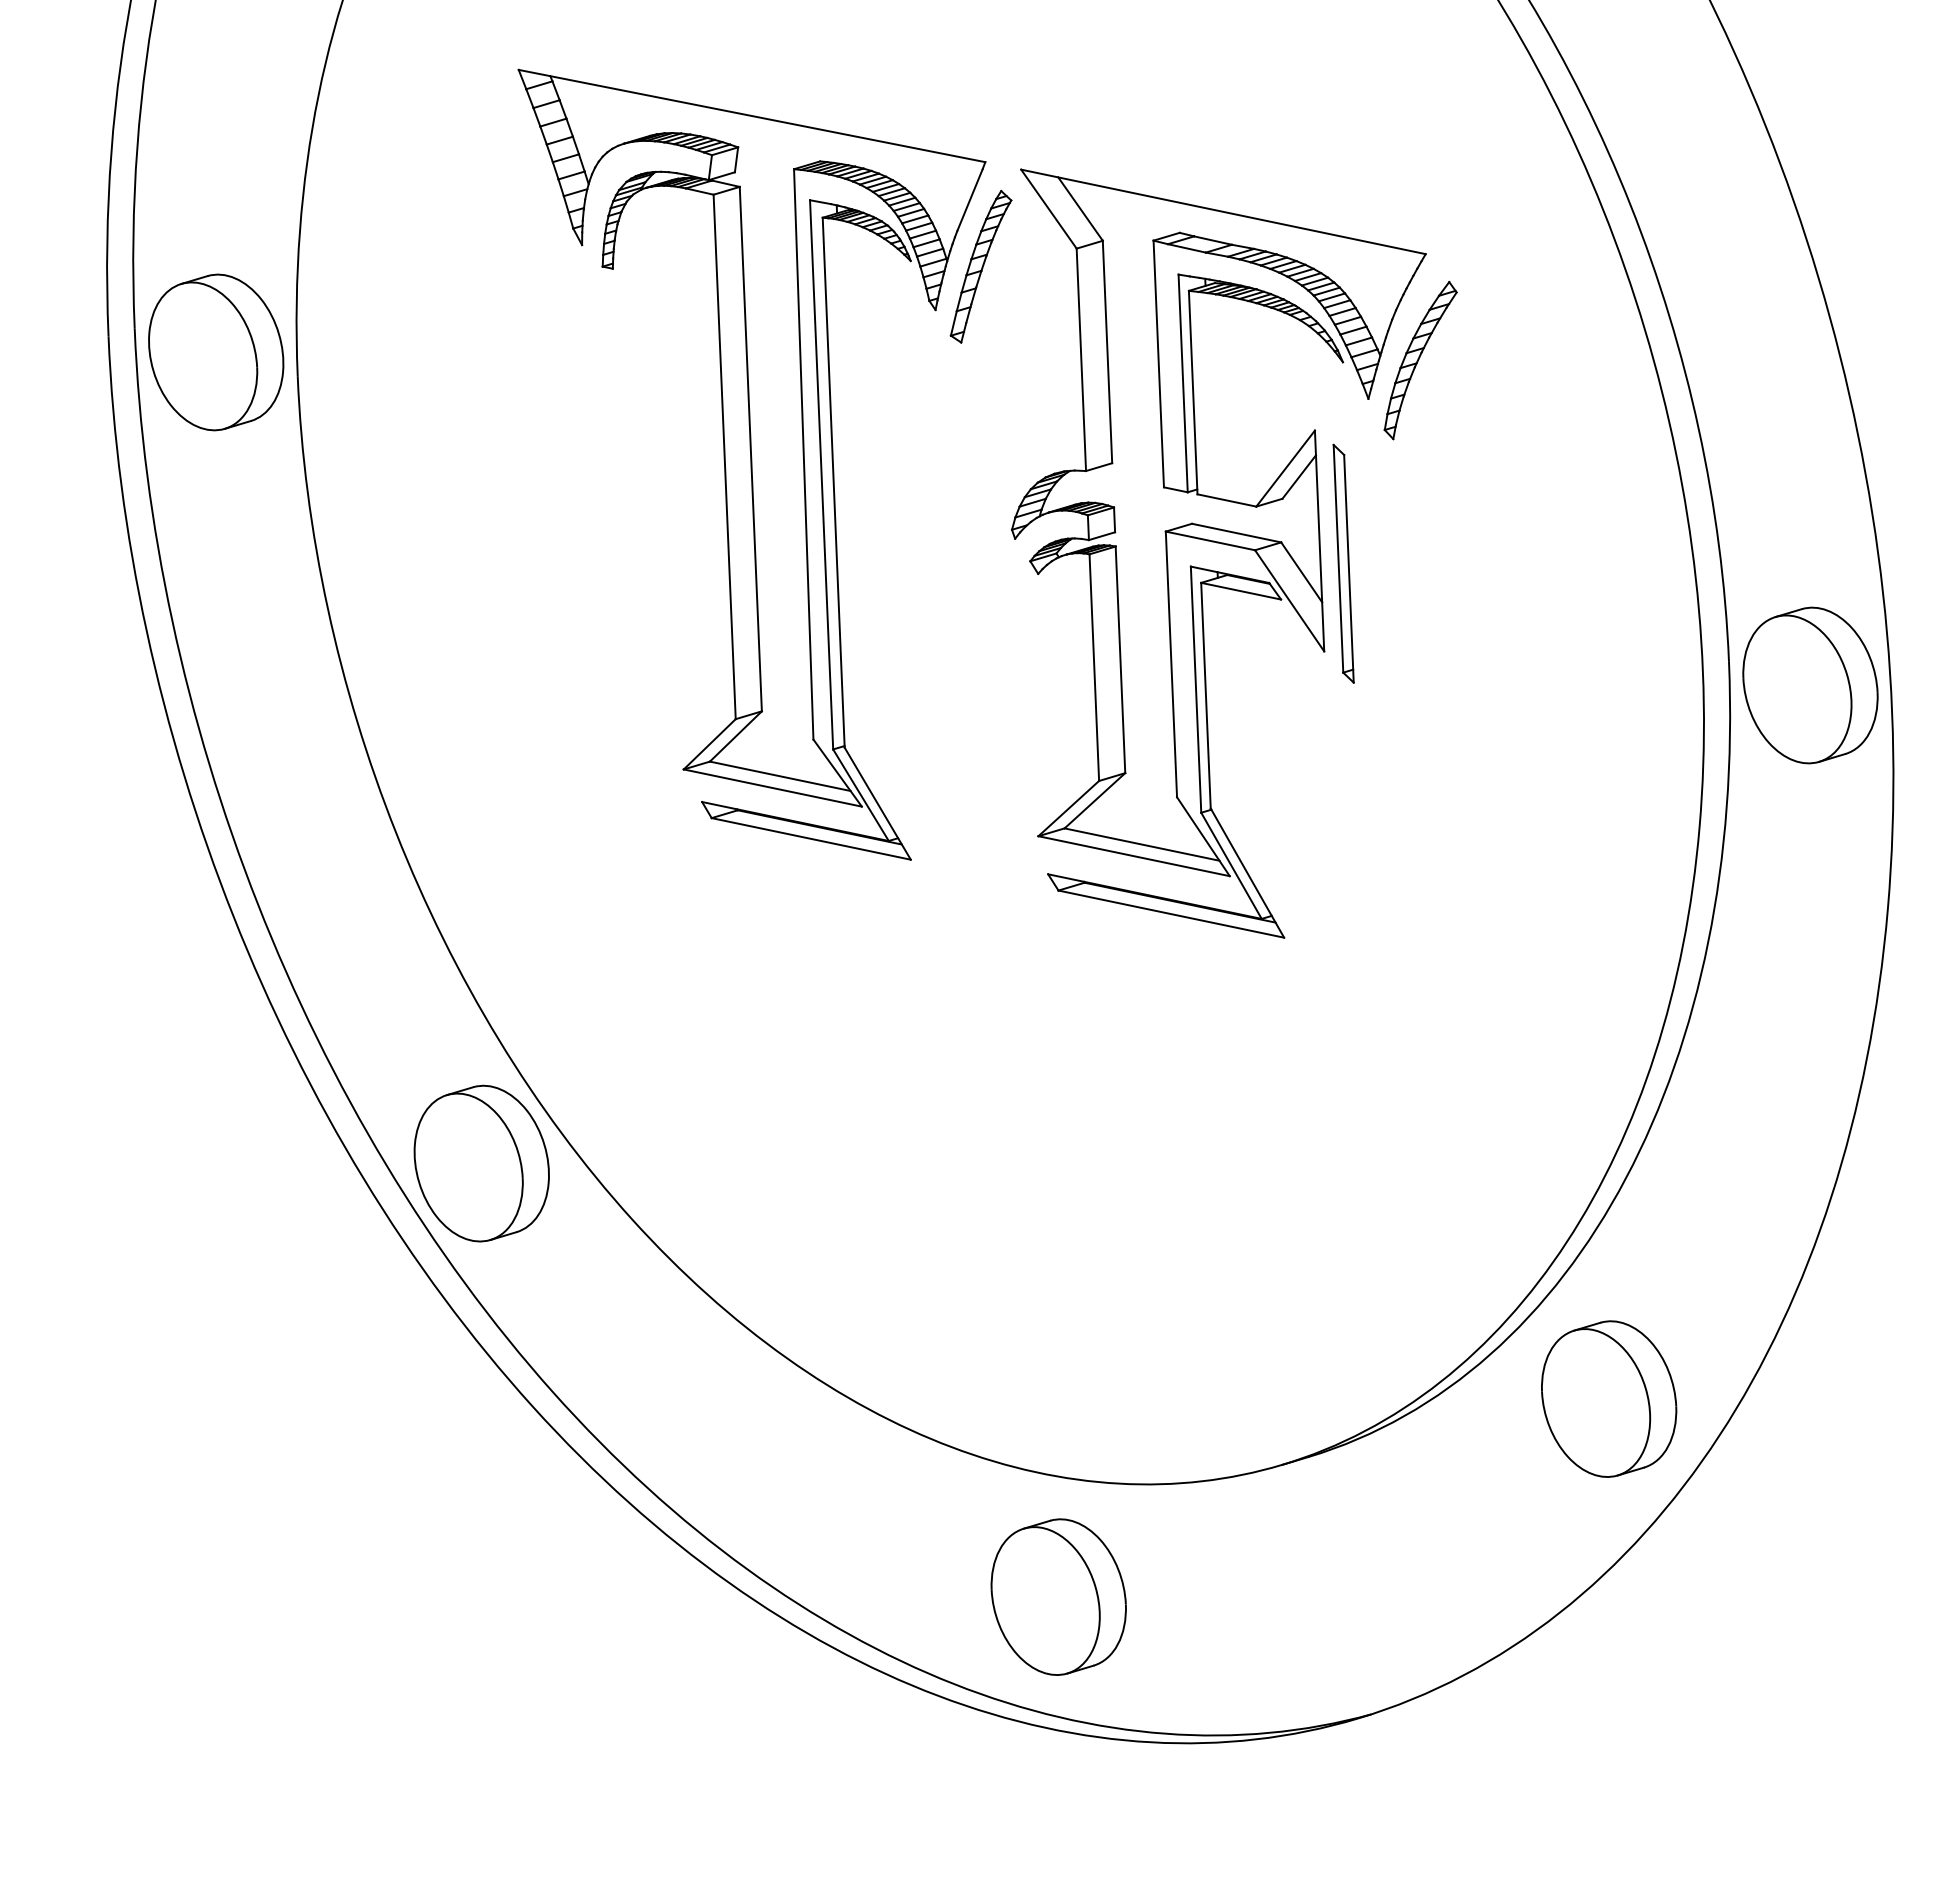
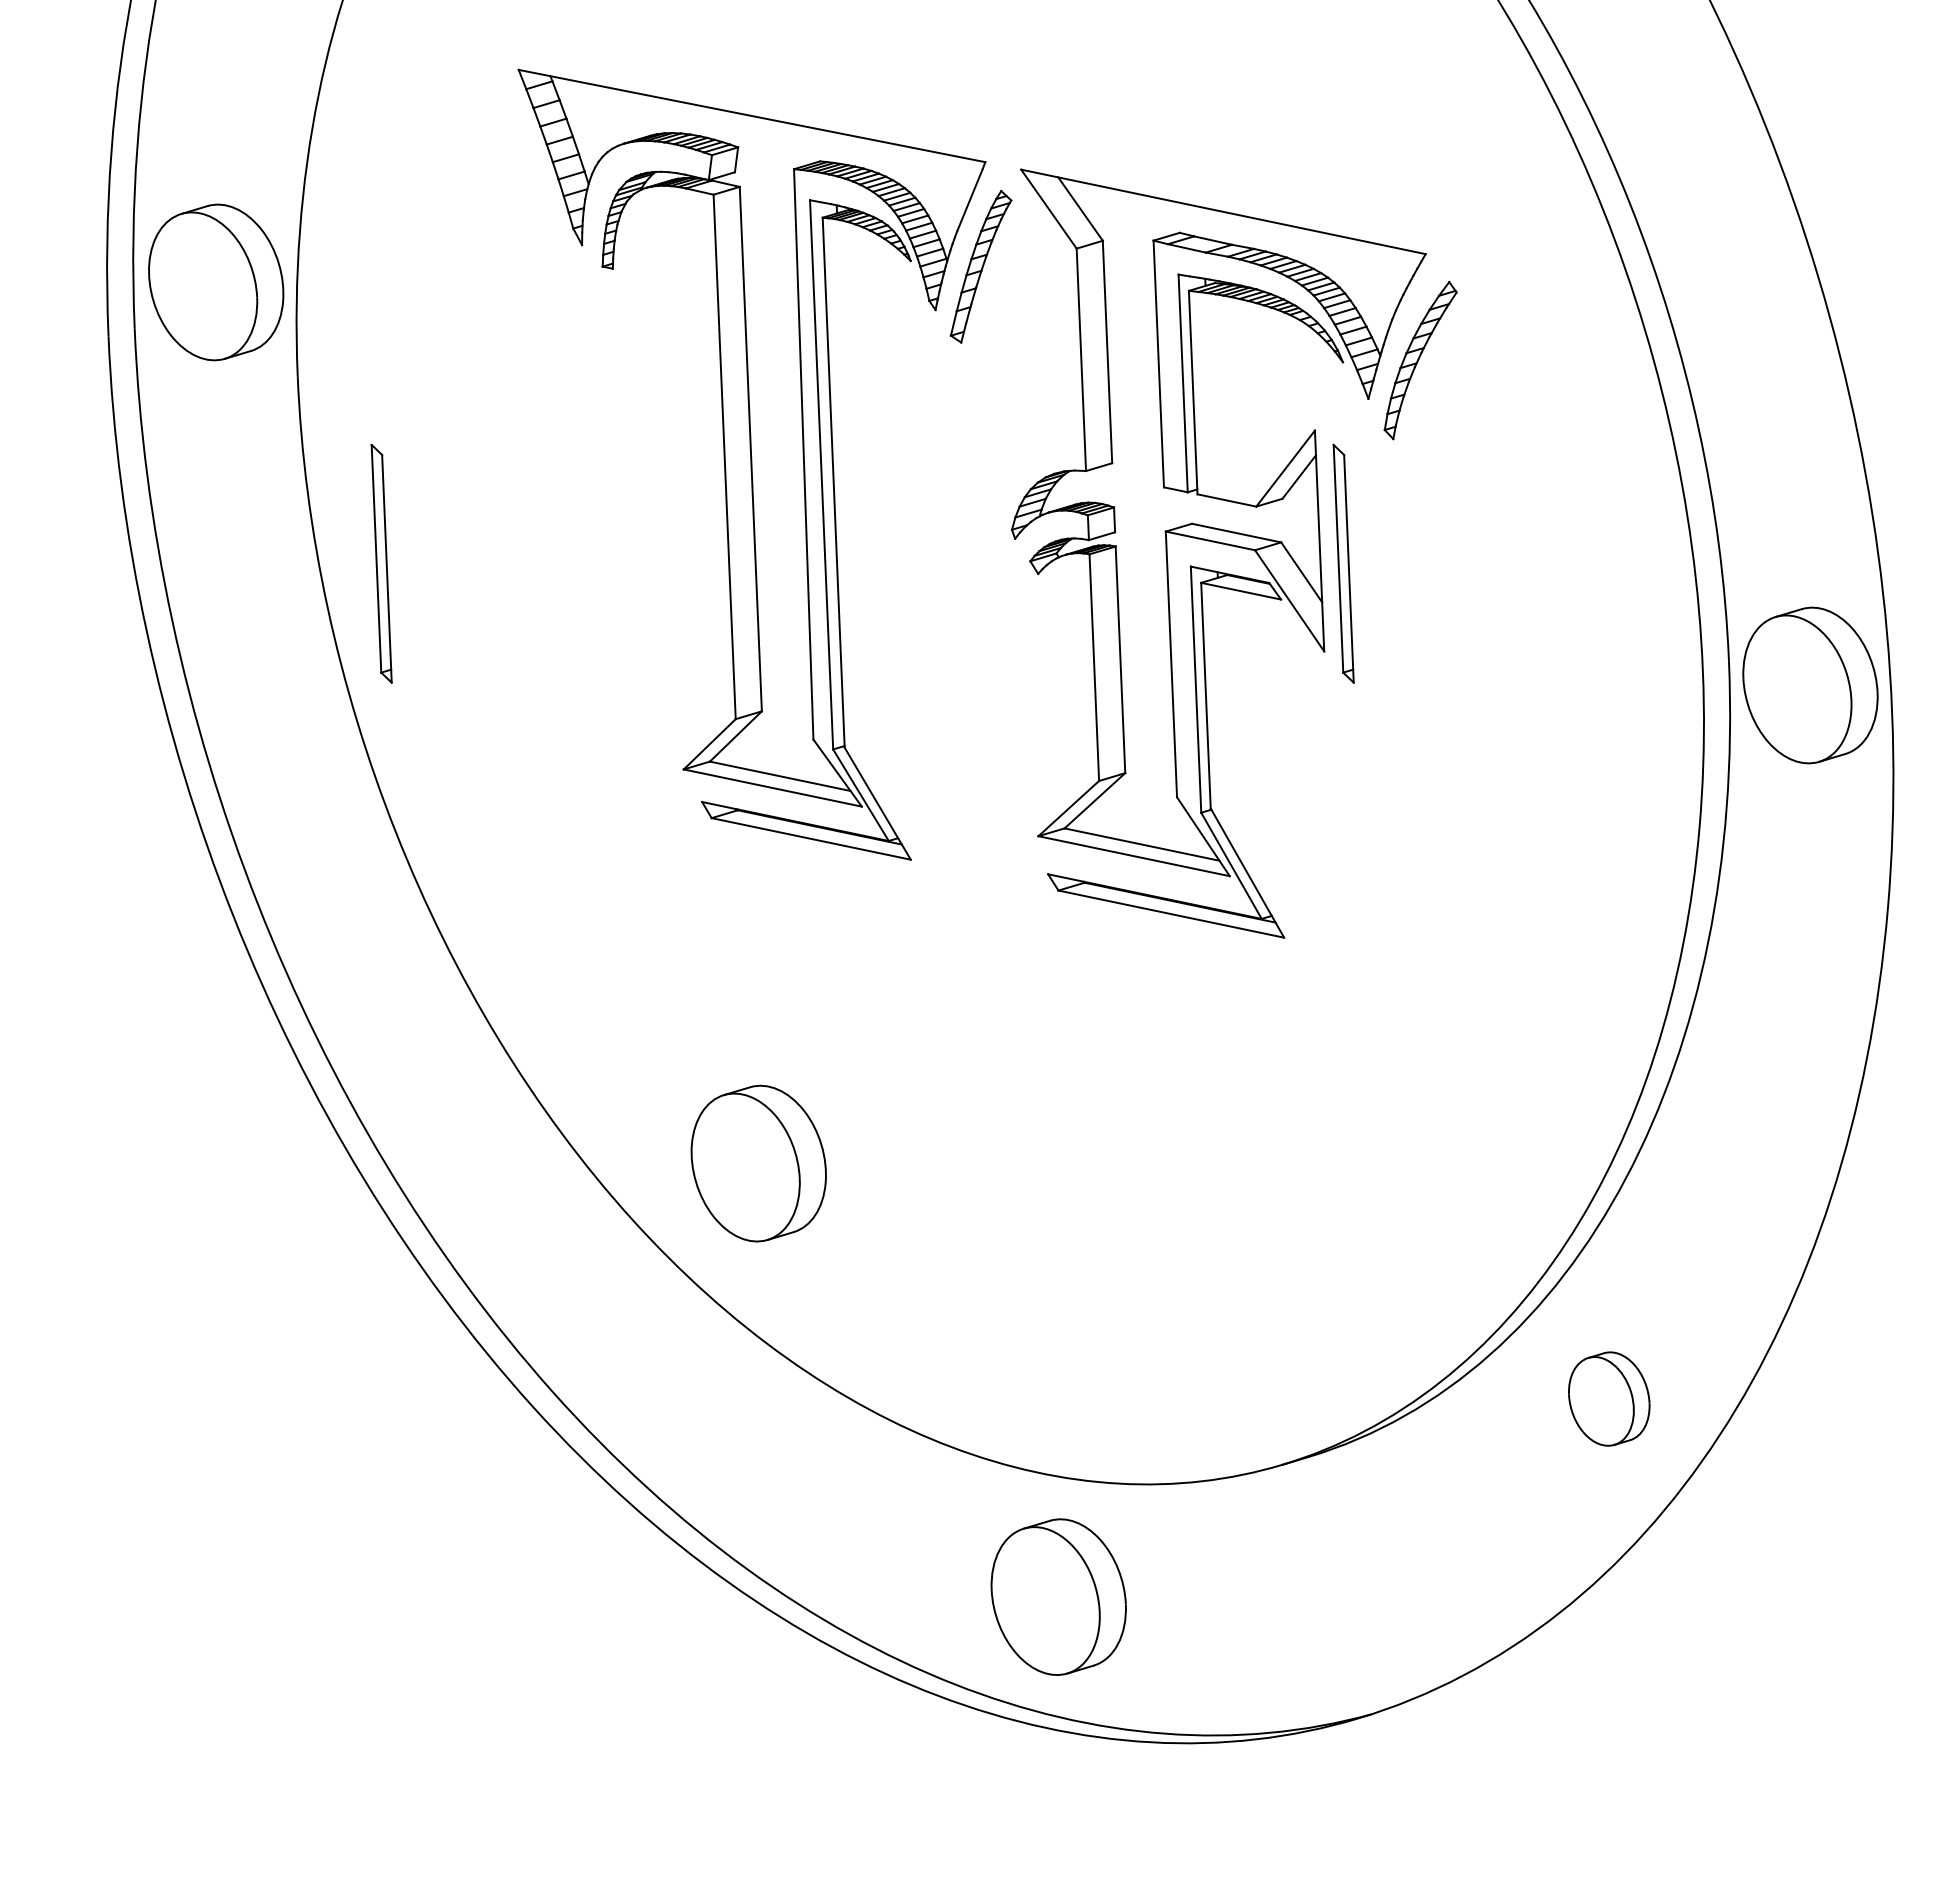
part at (216, 352) position: (216, 352) -> (216, 282)
part at (381, 563): none -> present
part at (481, 1163) position: (481, 1163) -> (758, 1163)
part at (1609, 1398) size: 137x158 px -> 83x96 px
